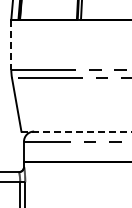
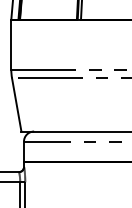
line at (11, 44): dashed -> solid
line at (76, 131): dashed -> solid
